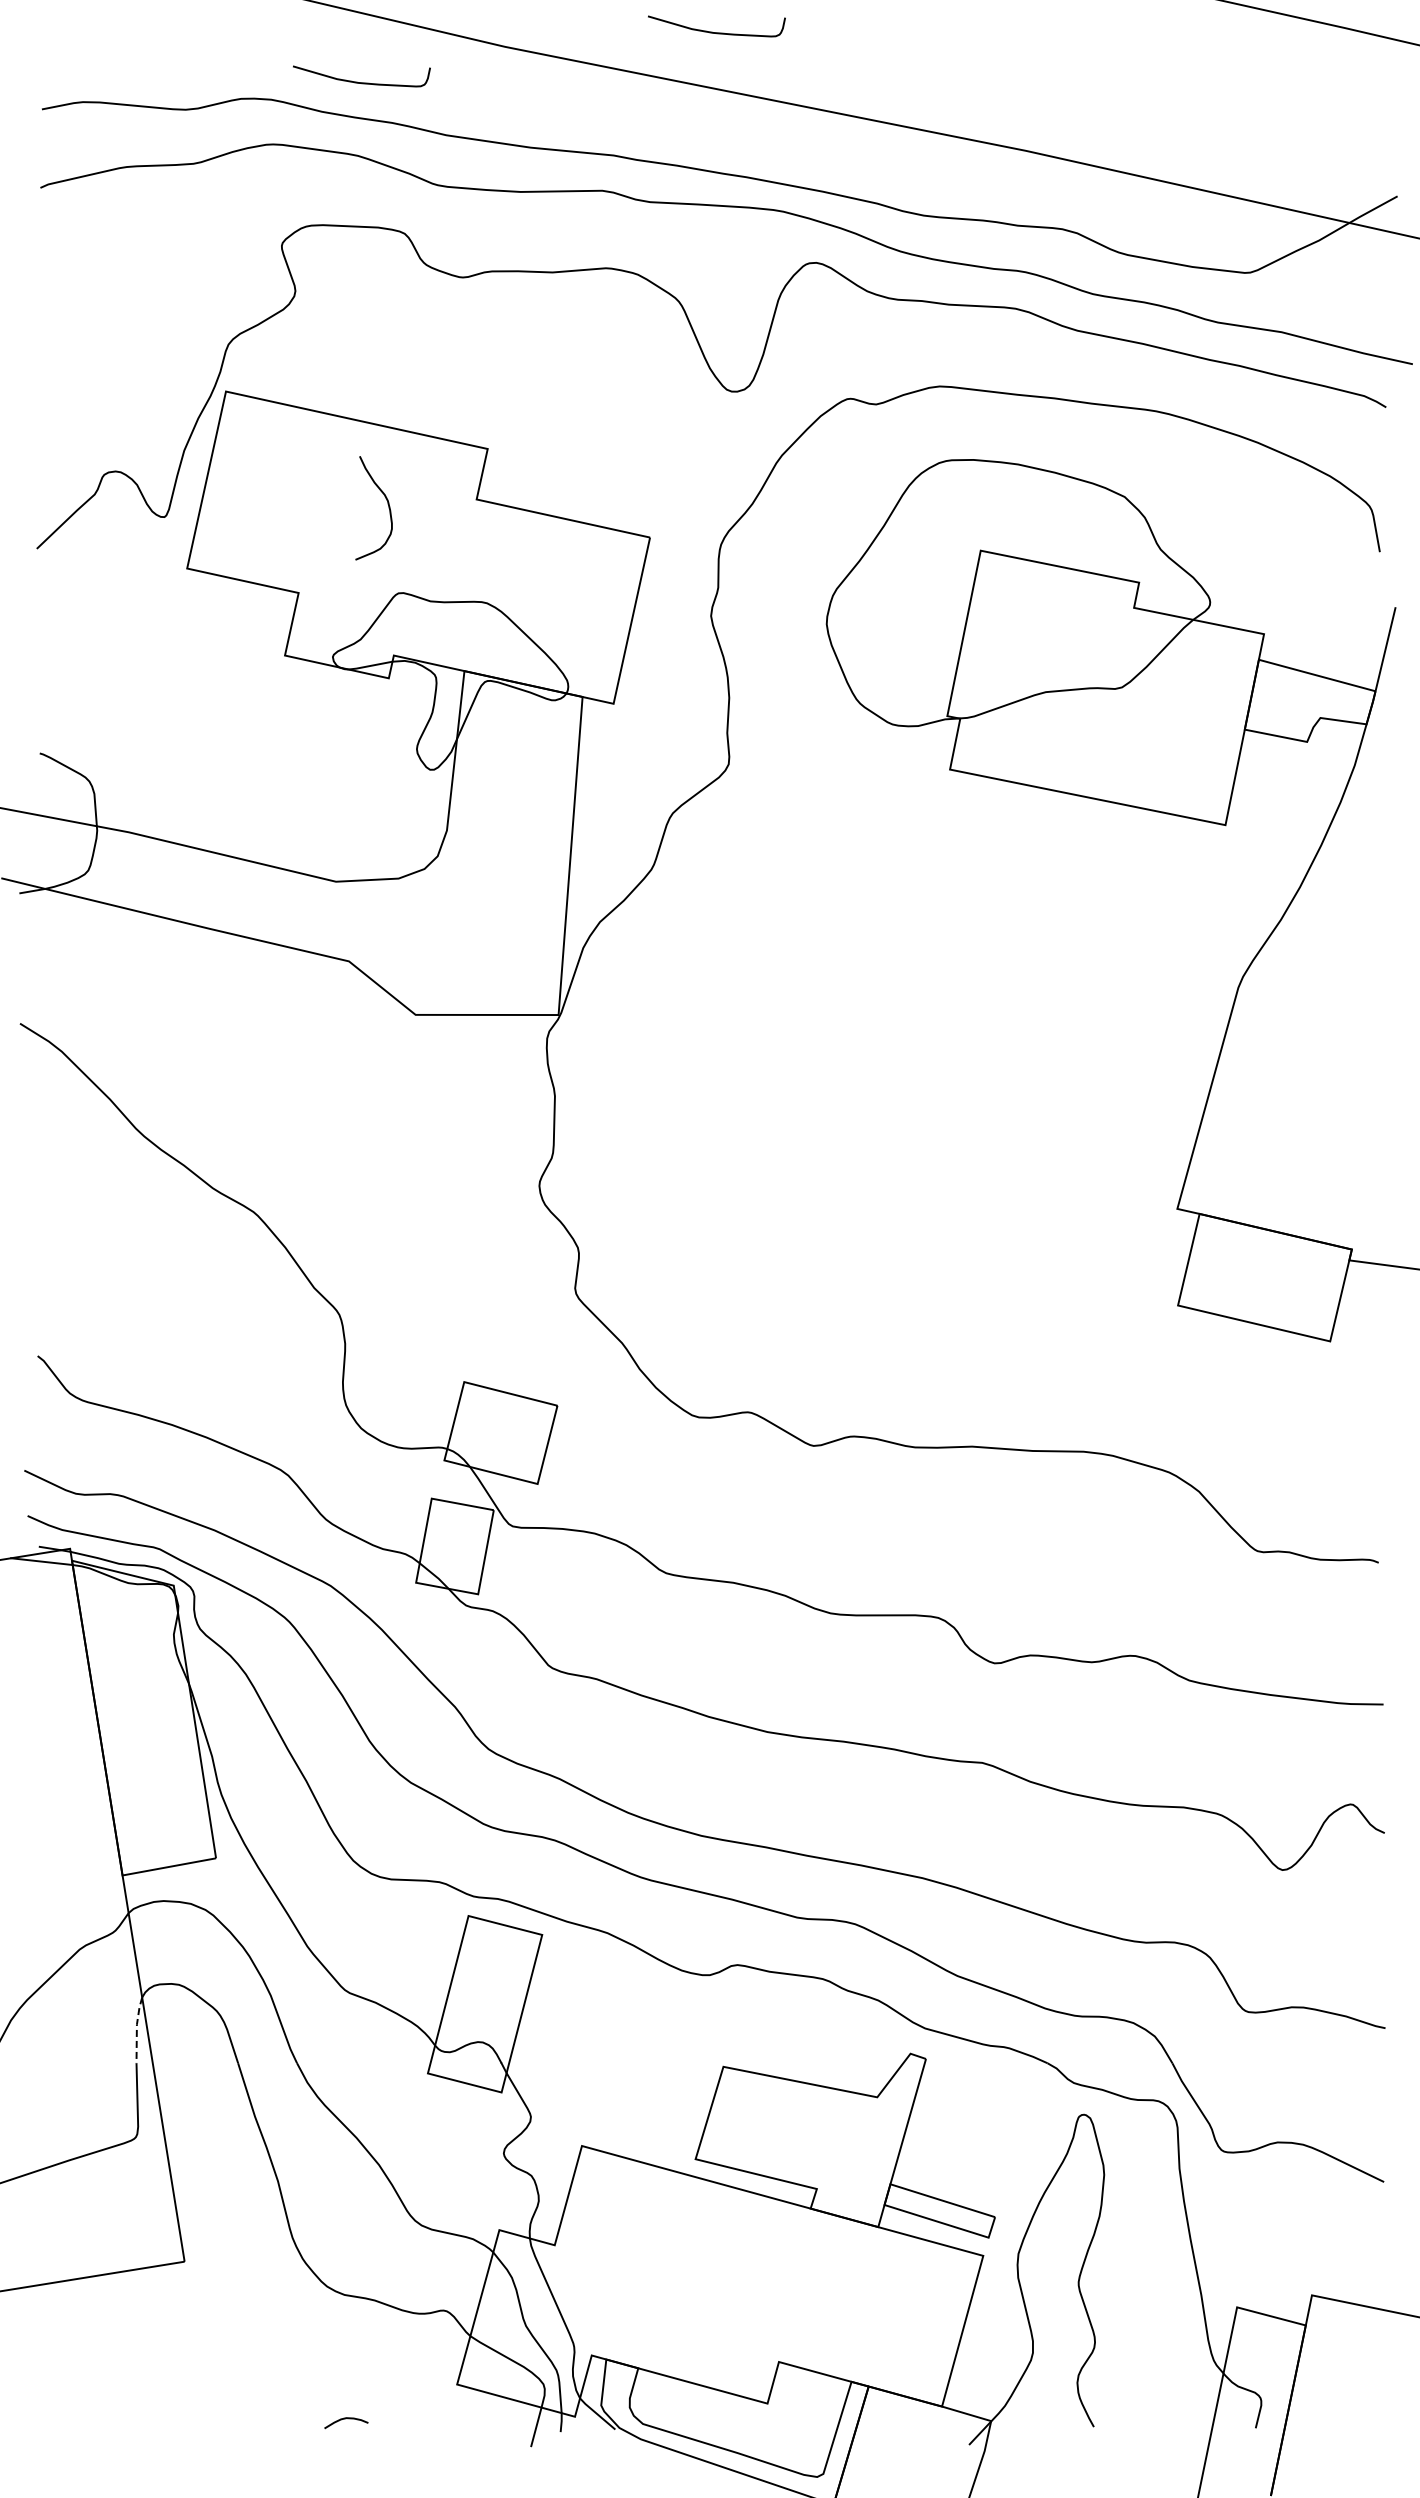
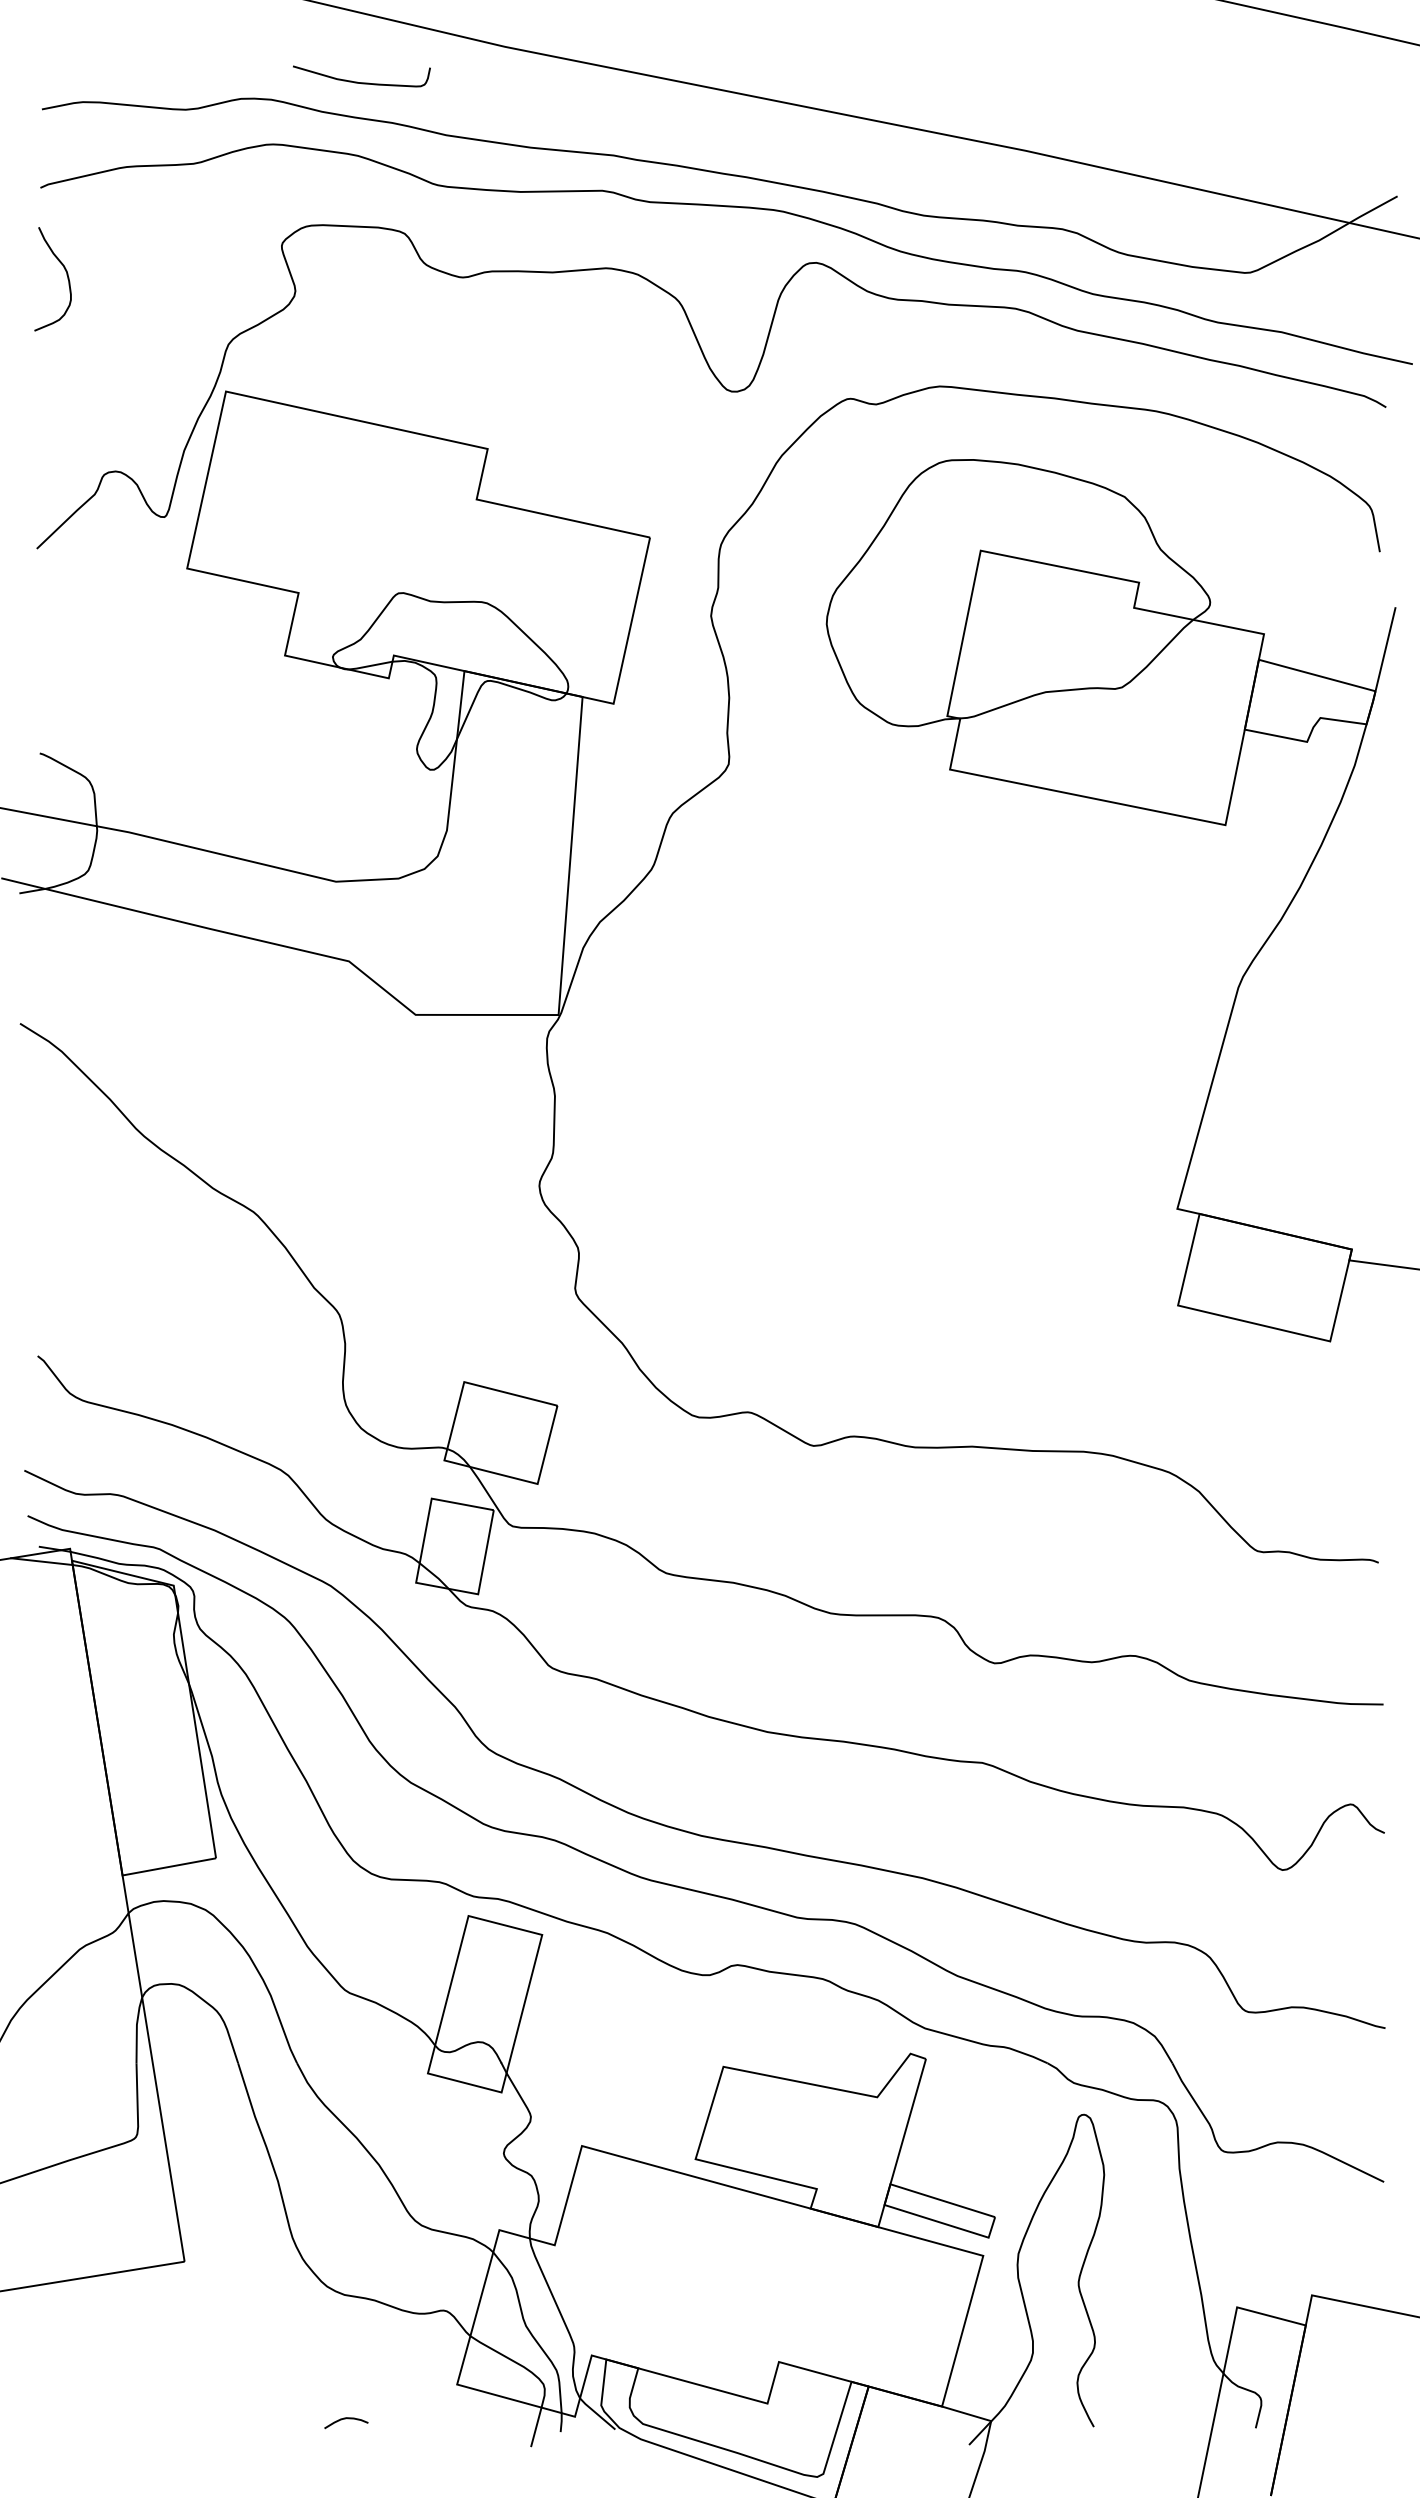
curve at (716, 32): present -> none
curve at (387, 504) position: (387, 504) -> (66, 275)
line at (136, 2028): dashed -> solid
